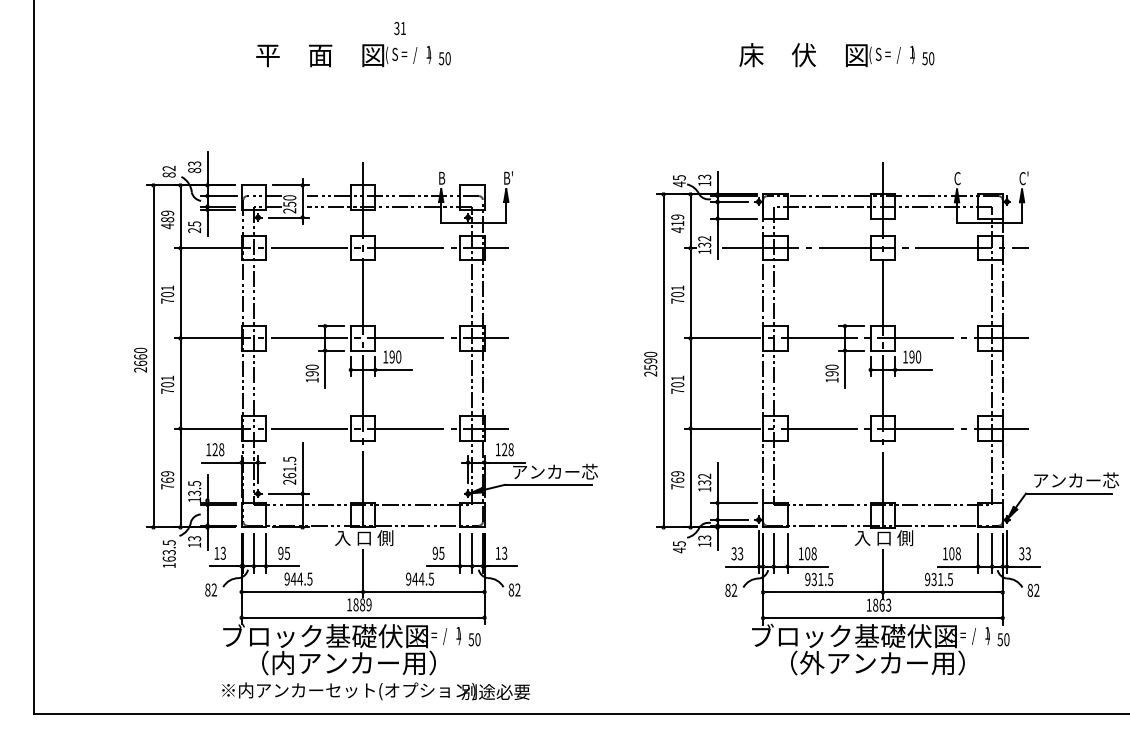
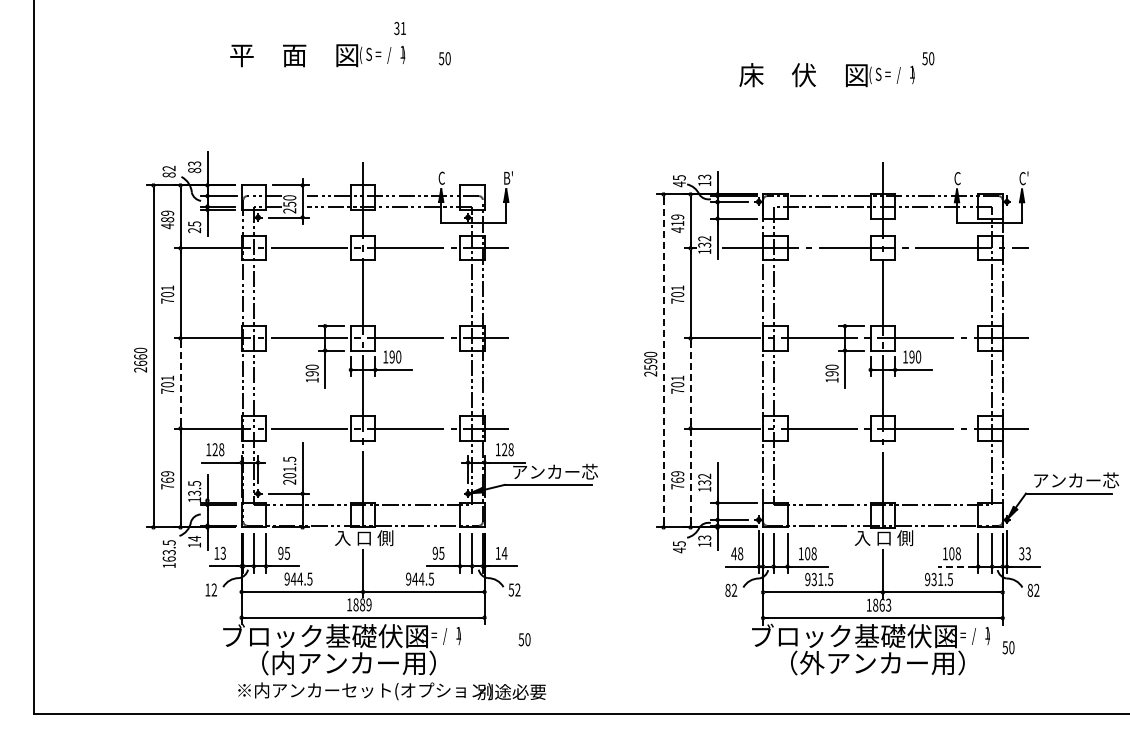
text at (343, 55) position: (343, 55) -> (317, 55)
text at (826, 55) position: (826, 55) -> (826, 75)
text at (441, 177): B -> C
line at (663, 361): solid -> dashed
line at (180, 383): solid -> dashed
line at (690, 383): solid -> dashed
text at (289, 475): 261.5 -> 201.5
line at (690, 477): solid -> dashed
text at (194, 538): 13 -> 14
text at (504, 552): 13 -> 14
text at (737, 553): 33 -> 48
line at (956, 566): solid -> dashed
text at (207, 589): 82 -> 12
text at (511, 589): 82 -> 52
text at (474, 639) position: (474, 639) -> (524, 639)
text at (1003, 639) position: (1003, 639) -> (1008, 647)
text at (376, 691) position: (376, 691) -> (392, 691)
